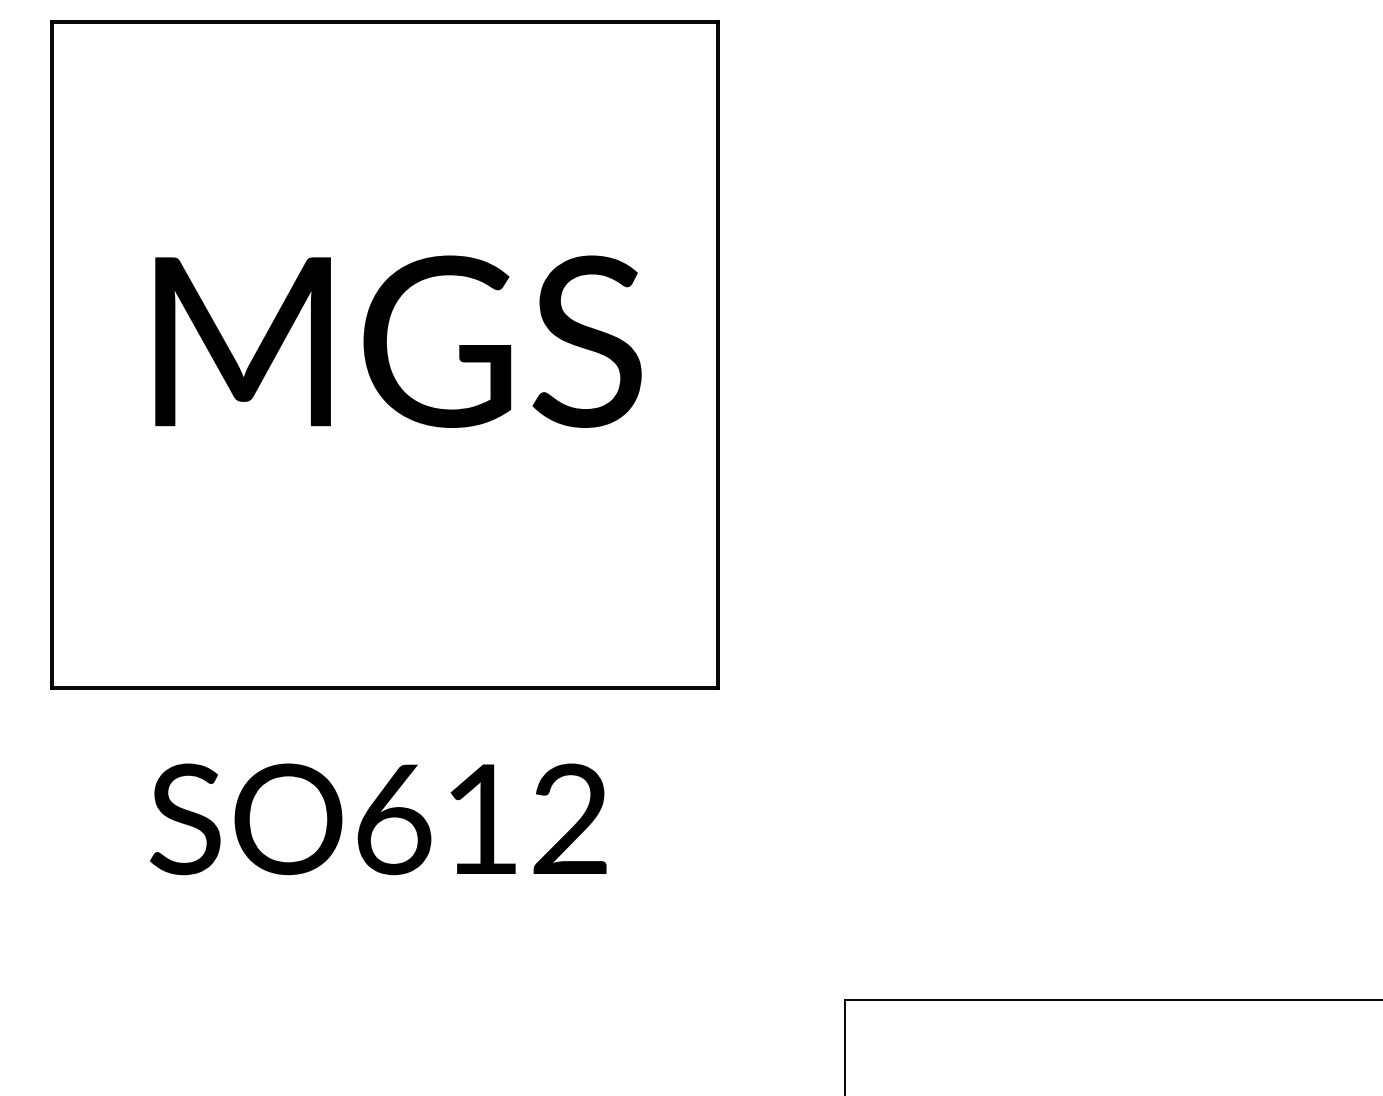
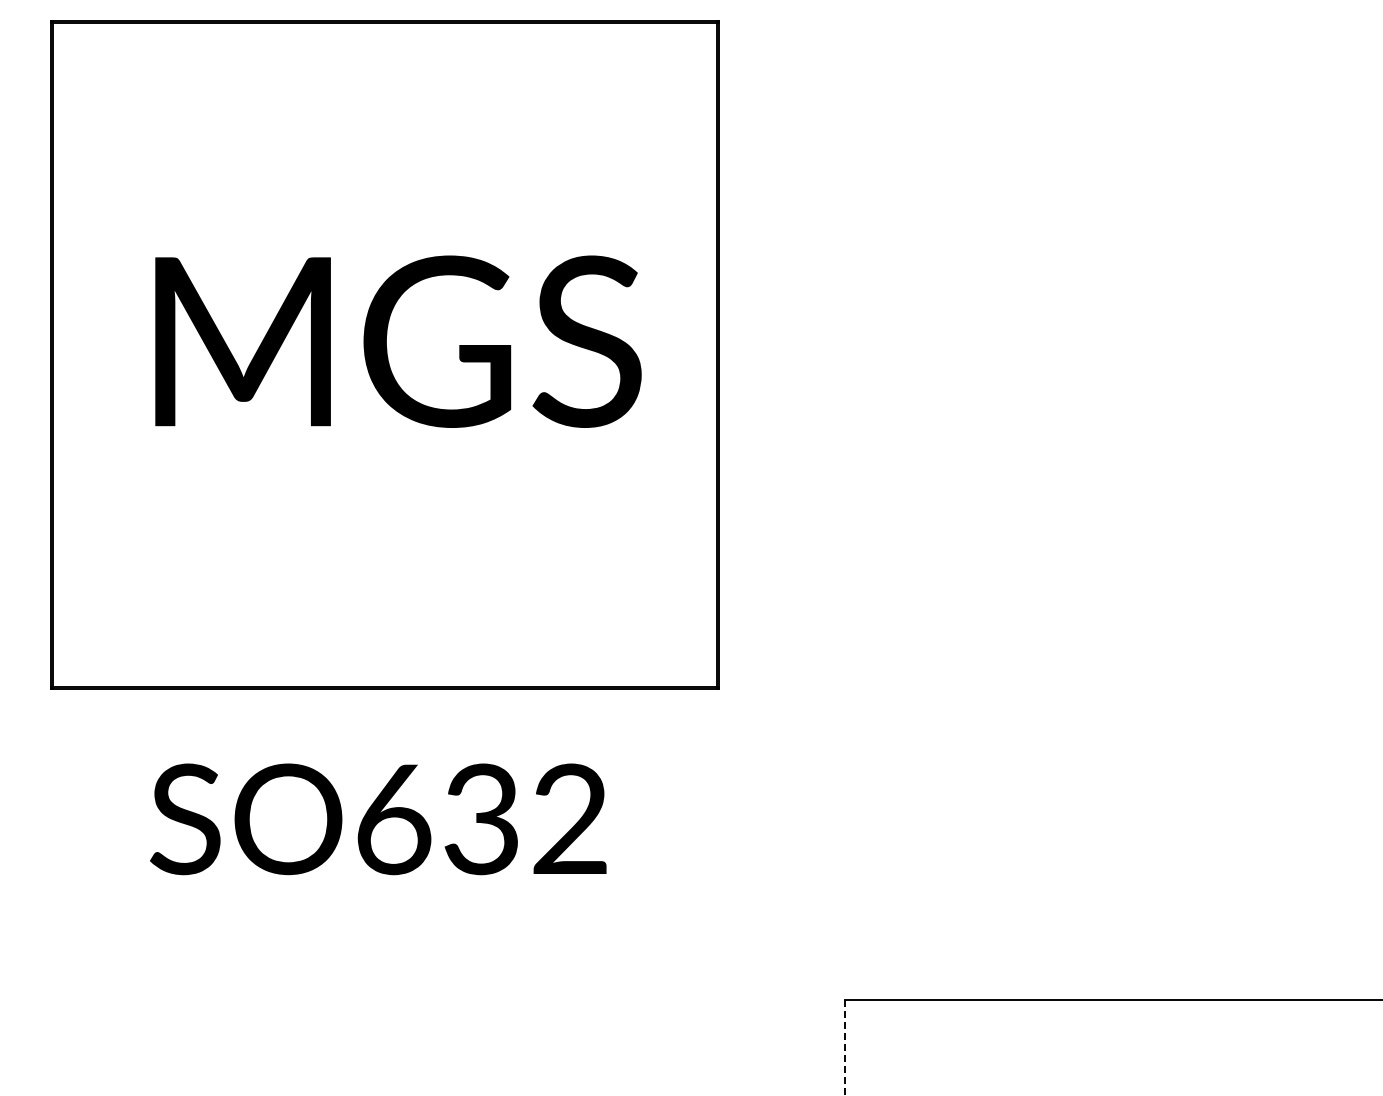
text at (480, 819): SO612 -> SO632
line at (845, 1047): solid -> dashed
